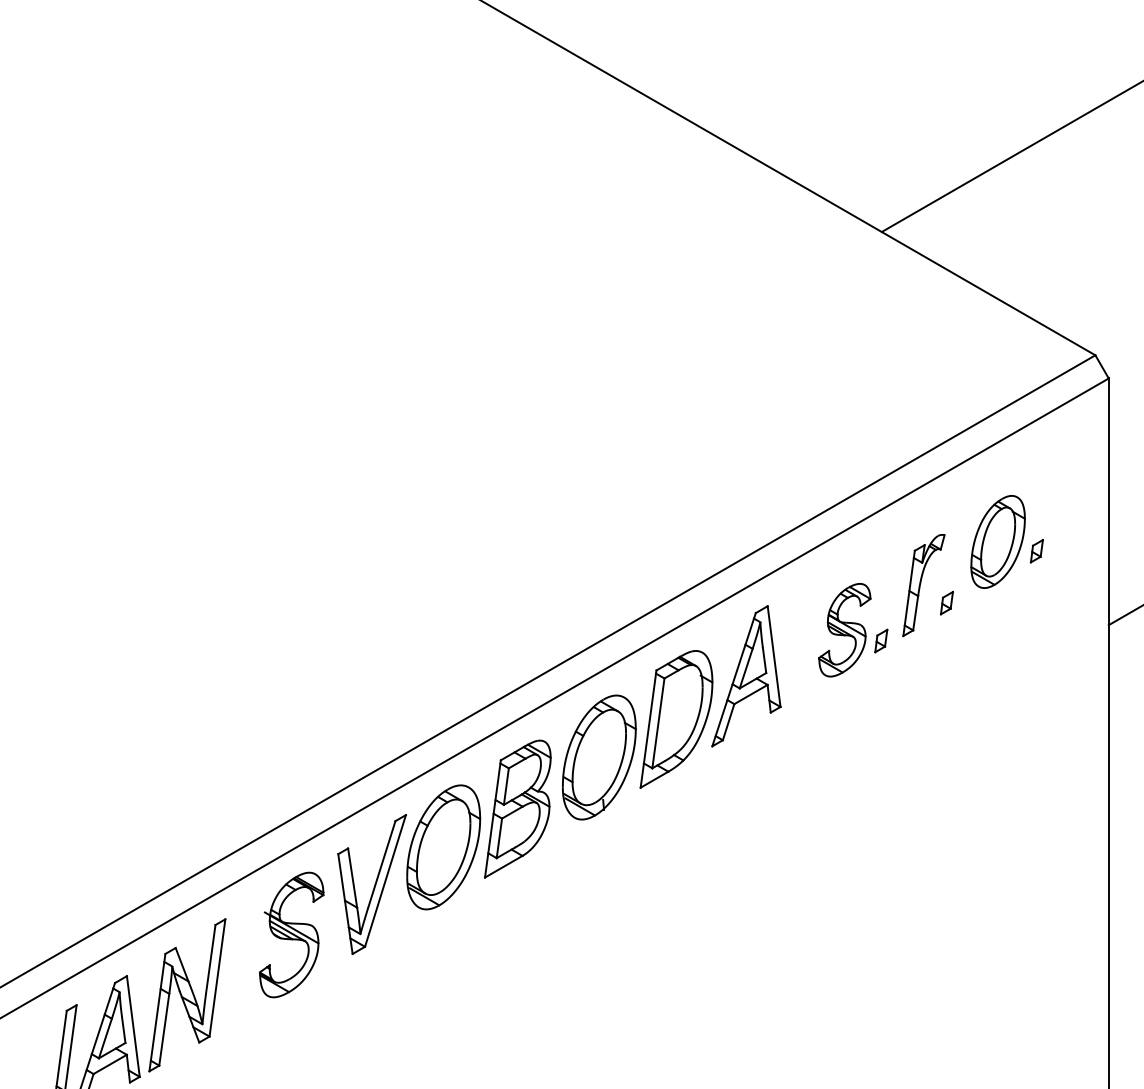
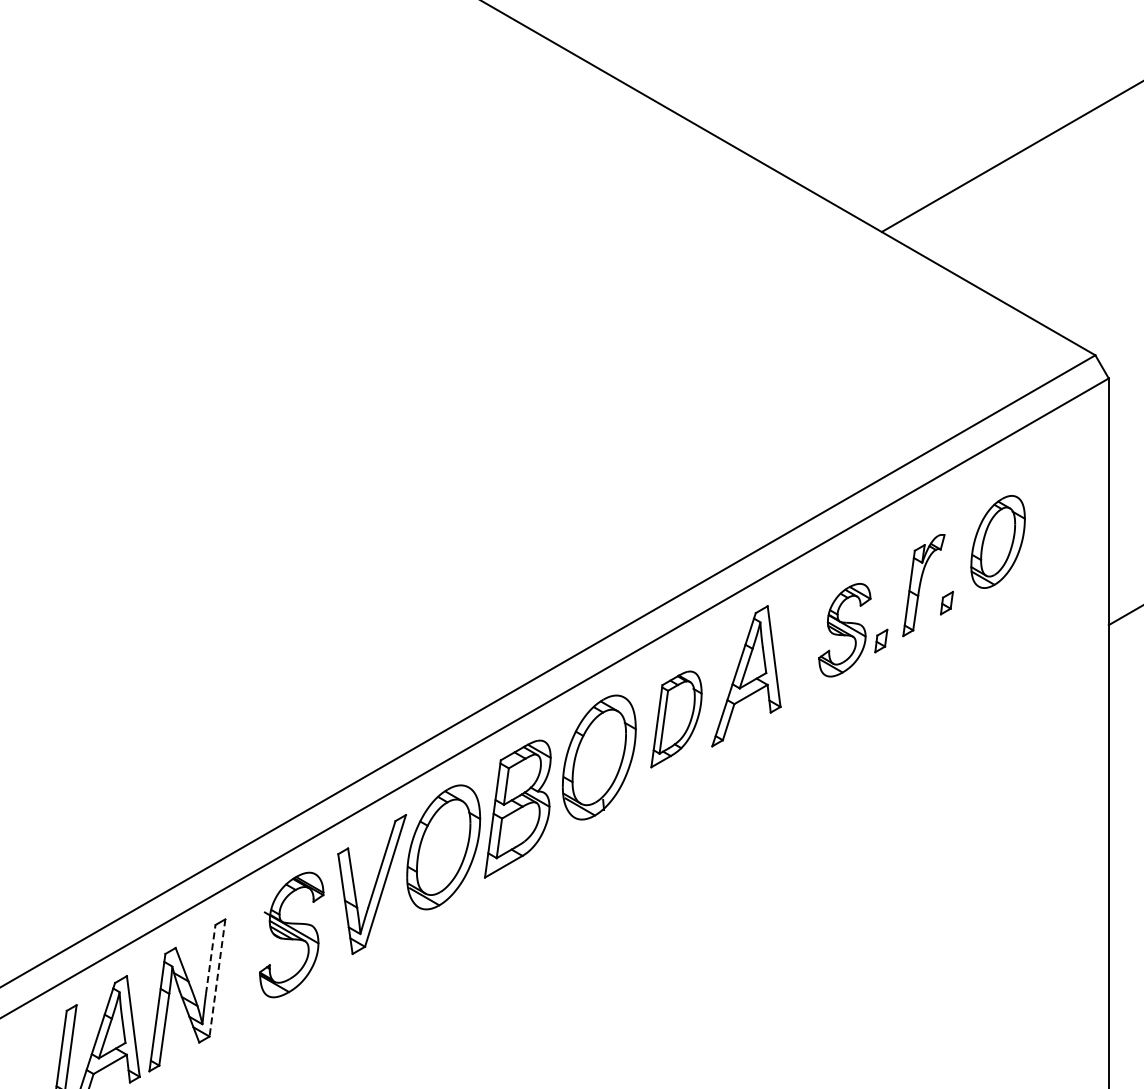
part at (1036, 551): present -> none
part at (676, 719) size: 75x139 px -> 53x99 px
line at (210, 959): solid -> dashed
line at (217, 978): solid -> dashed
